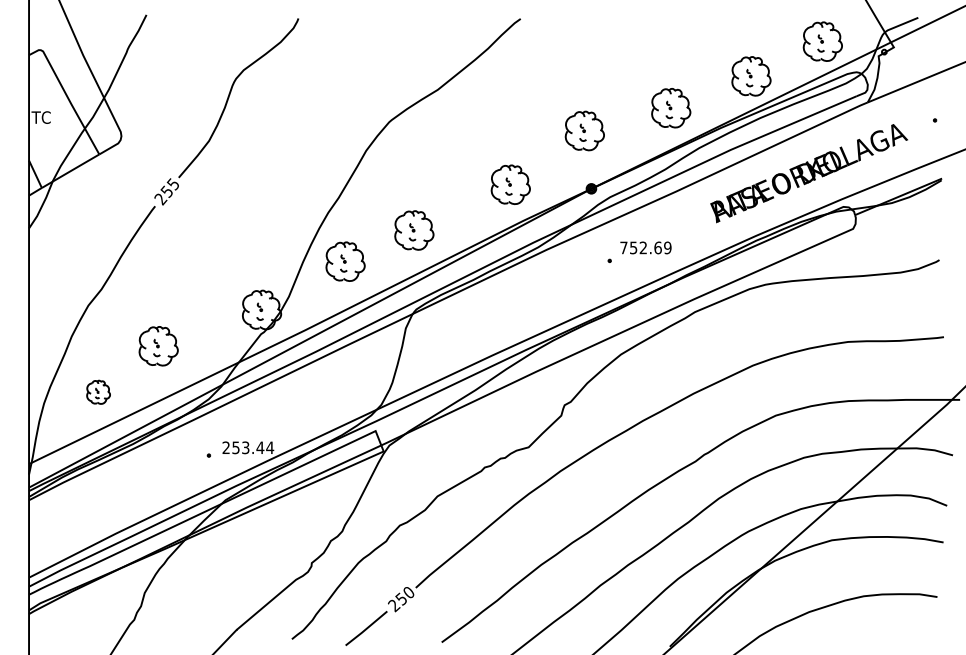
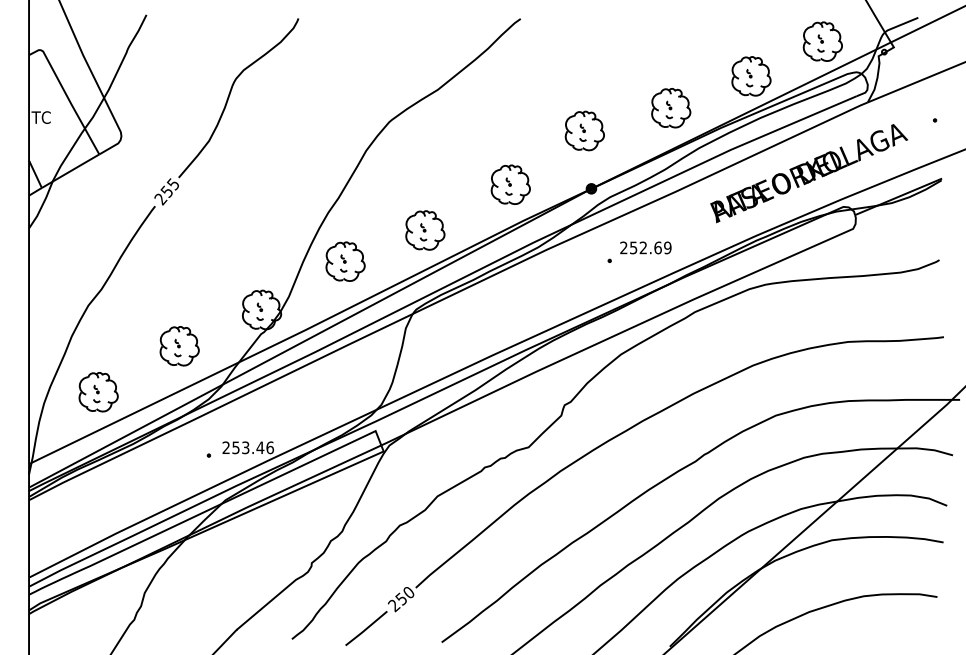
part at (414, 230) position: (414, 230) -> (425, 230)
text at (623, 247): 752.69 -> 252.69
part at (158, 346) position: (158, 346) -> (179, 346)
part at (98, 391) size: 25x26 px -> 41x41 px
text at (270, 447): 253.44 -> 253.46
